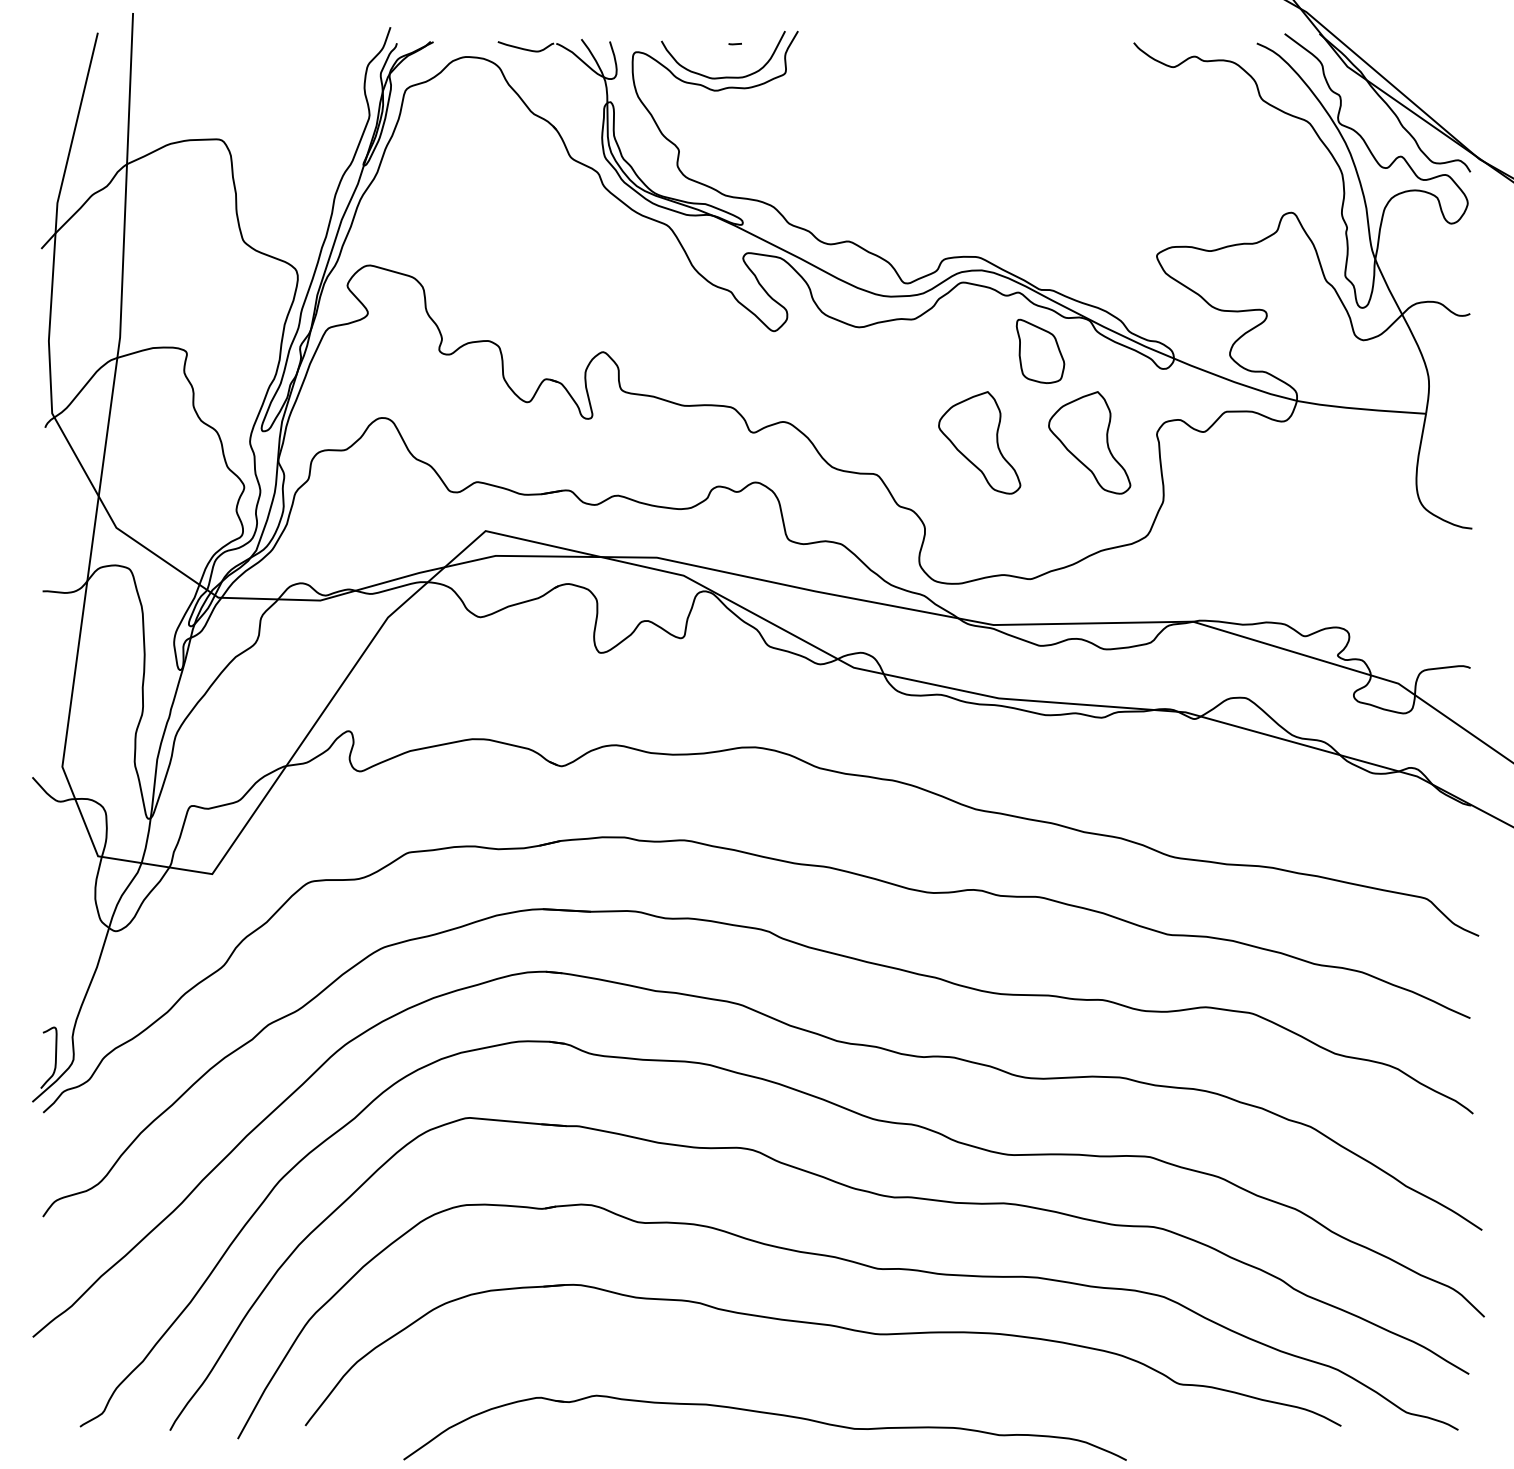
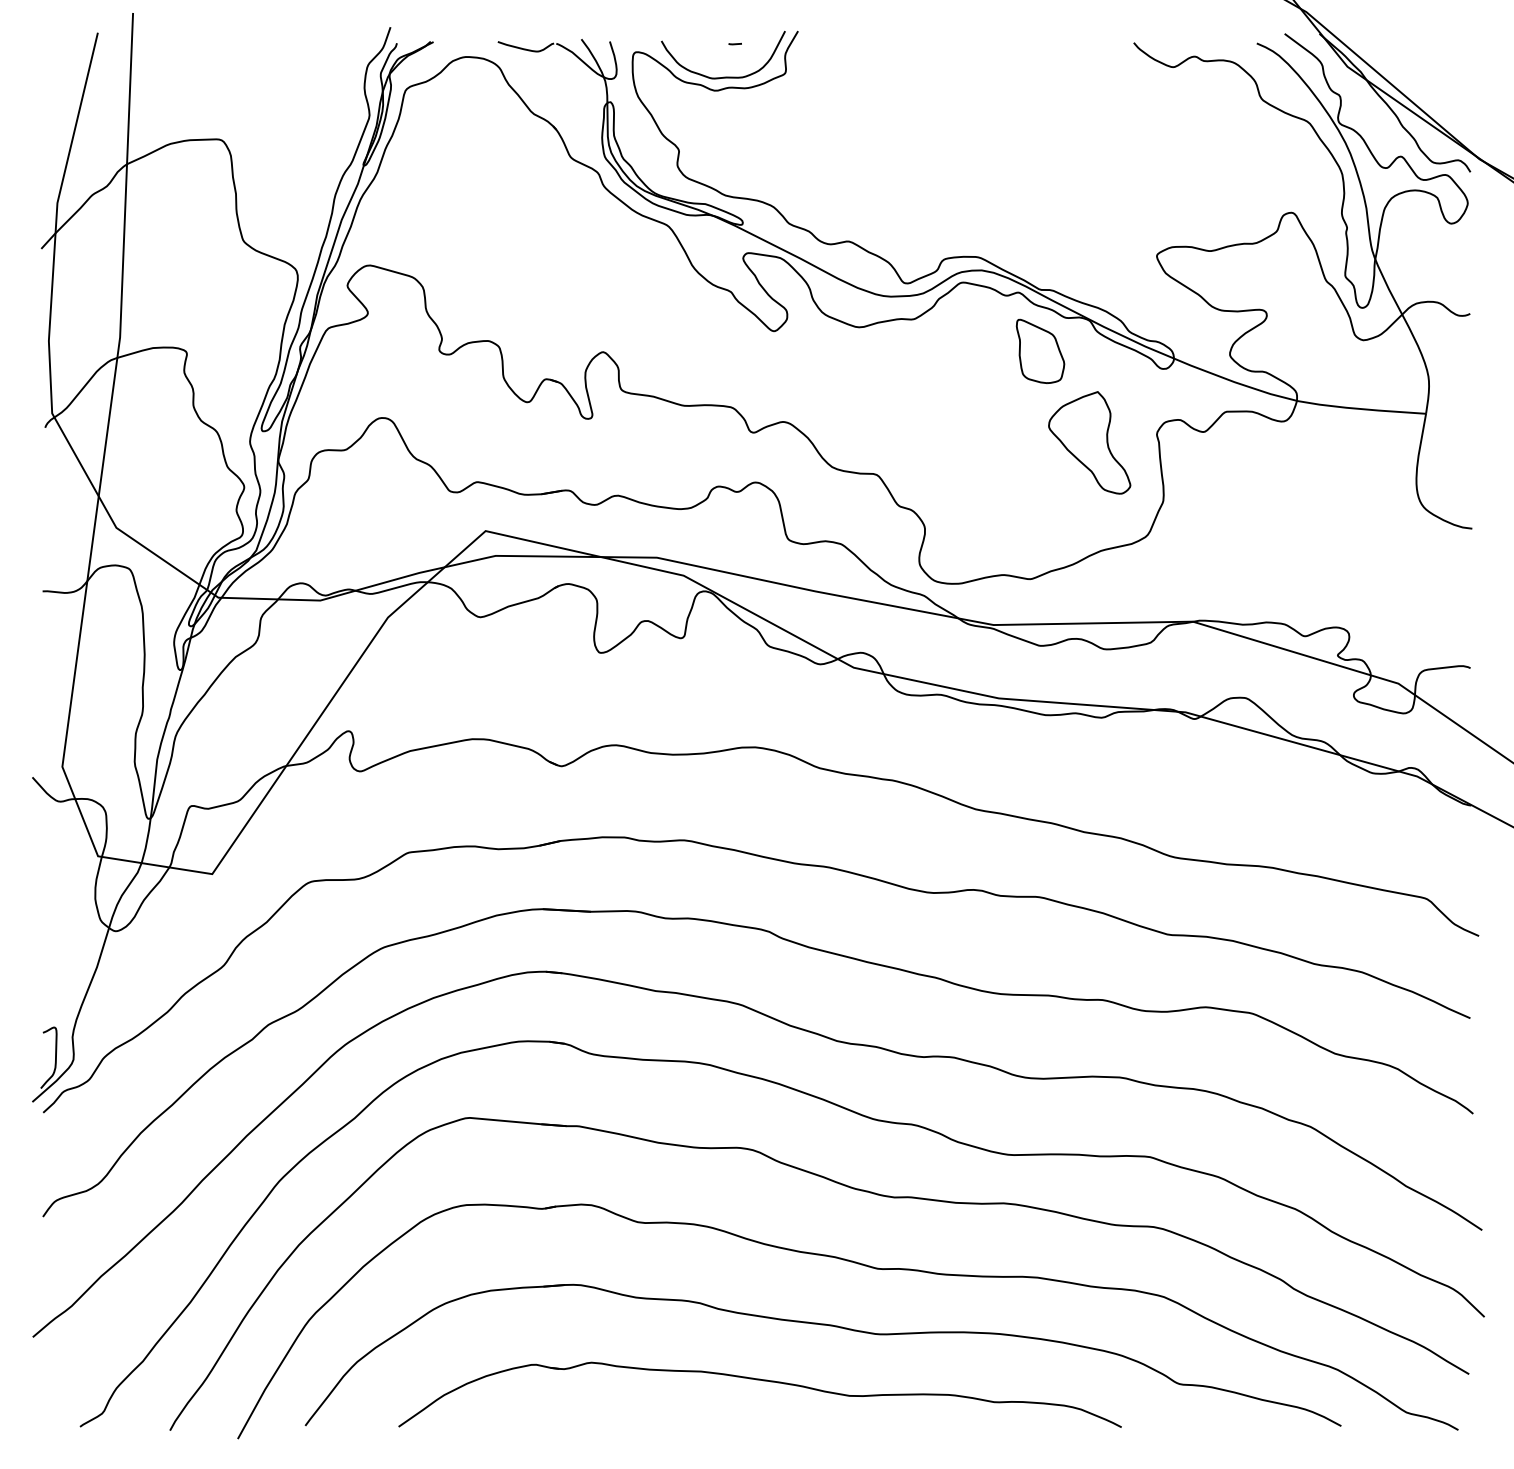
part at (979, 442): present -> none
part at (768, 1414) position: (768, 1414) -> (763, 1381)
